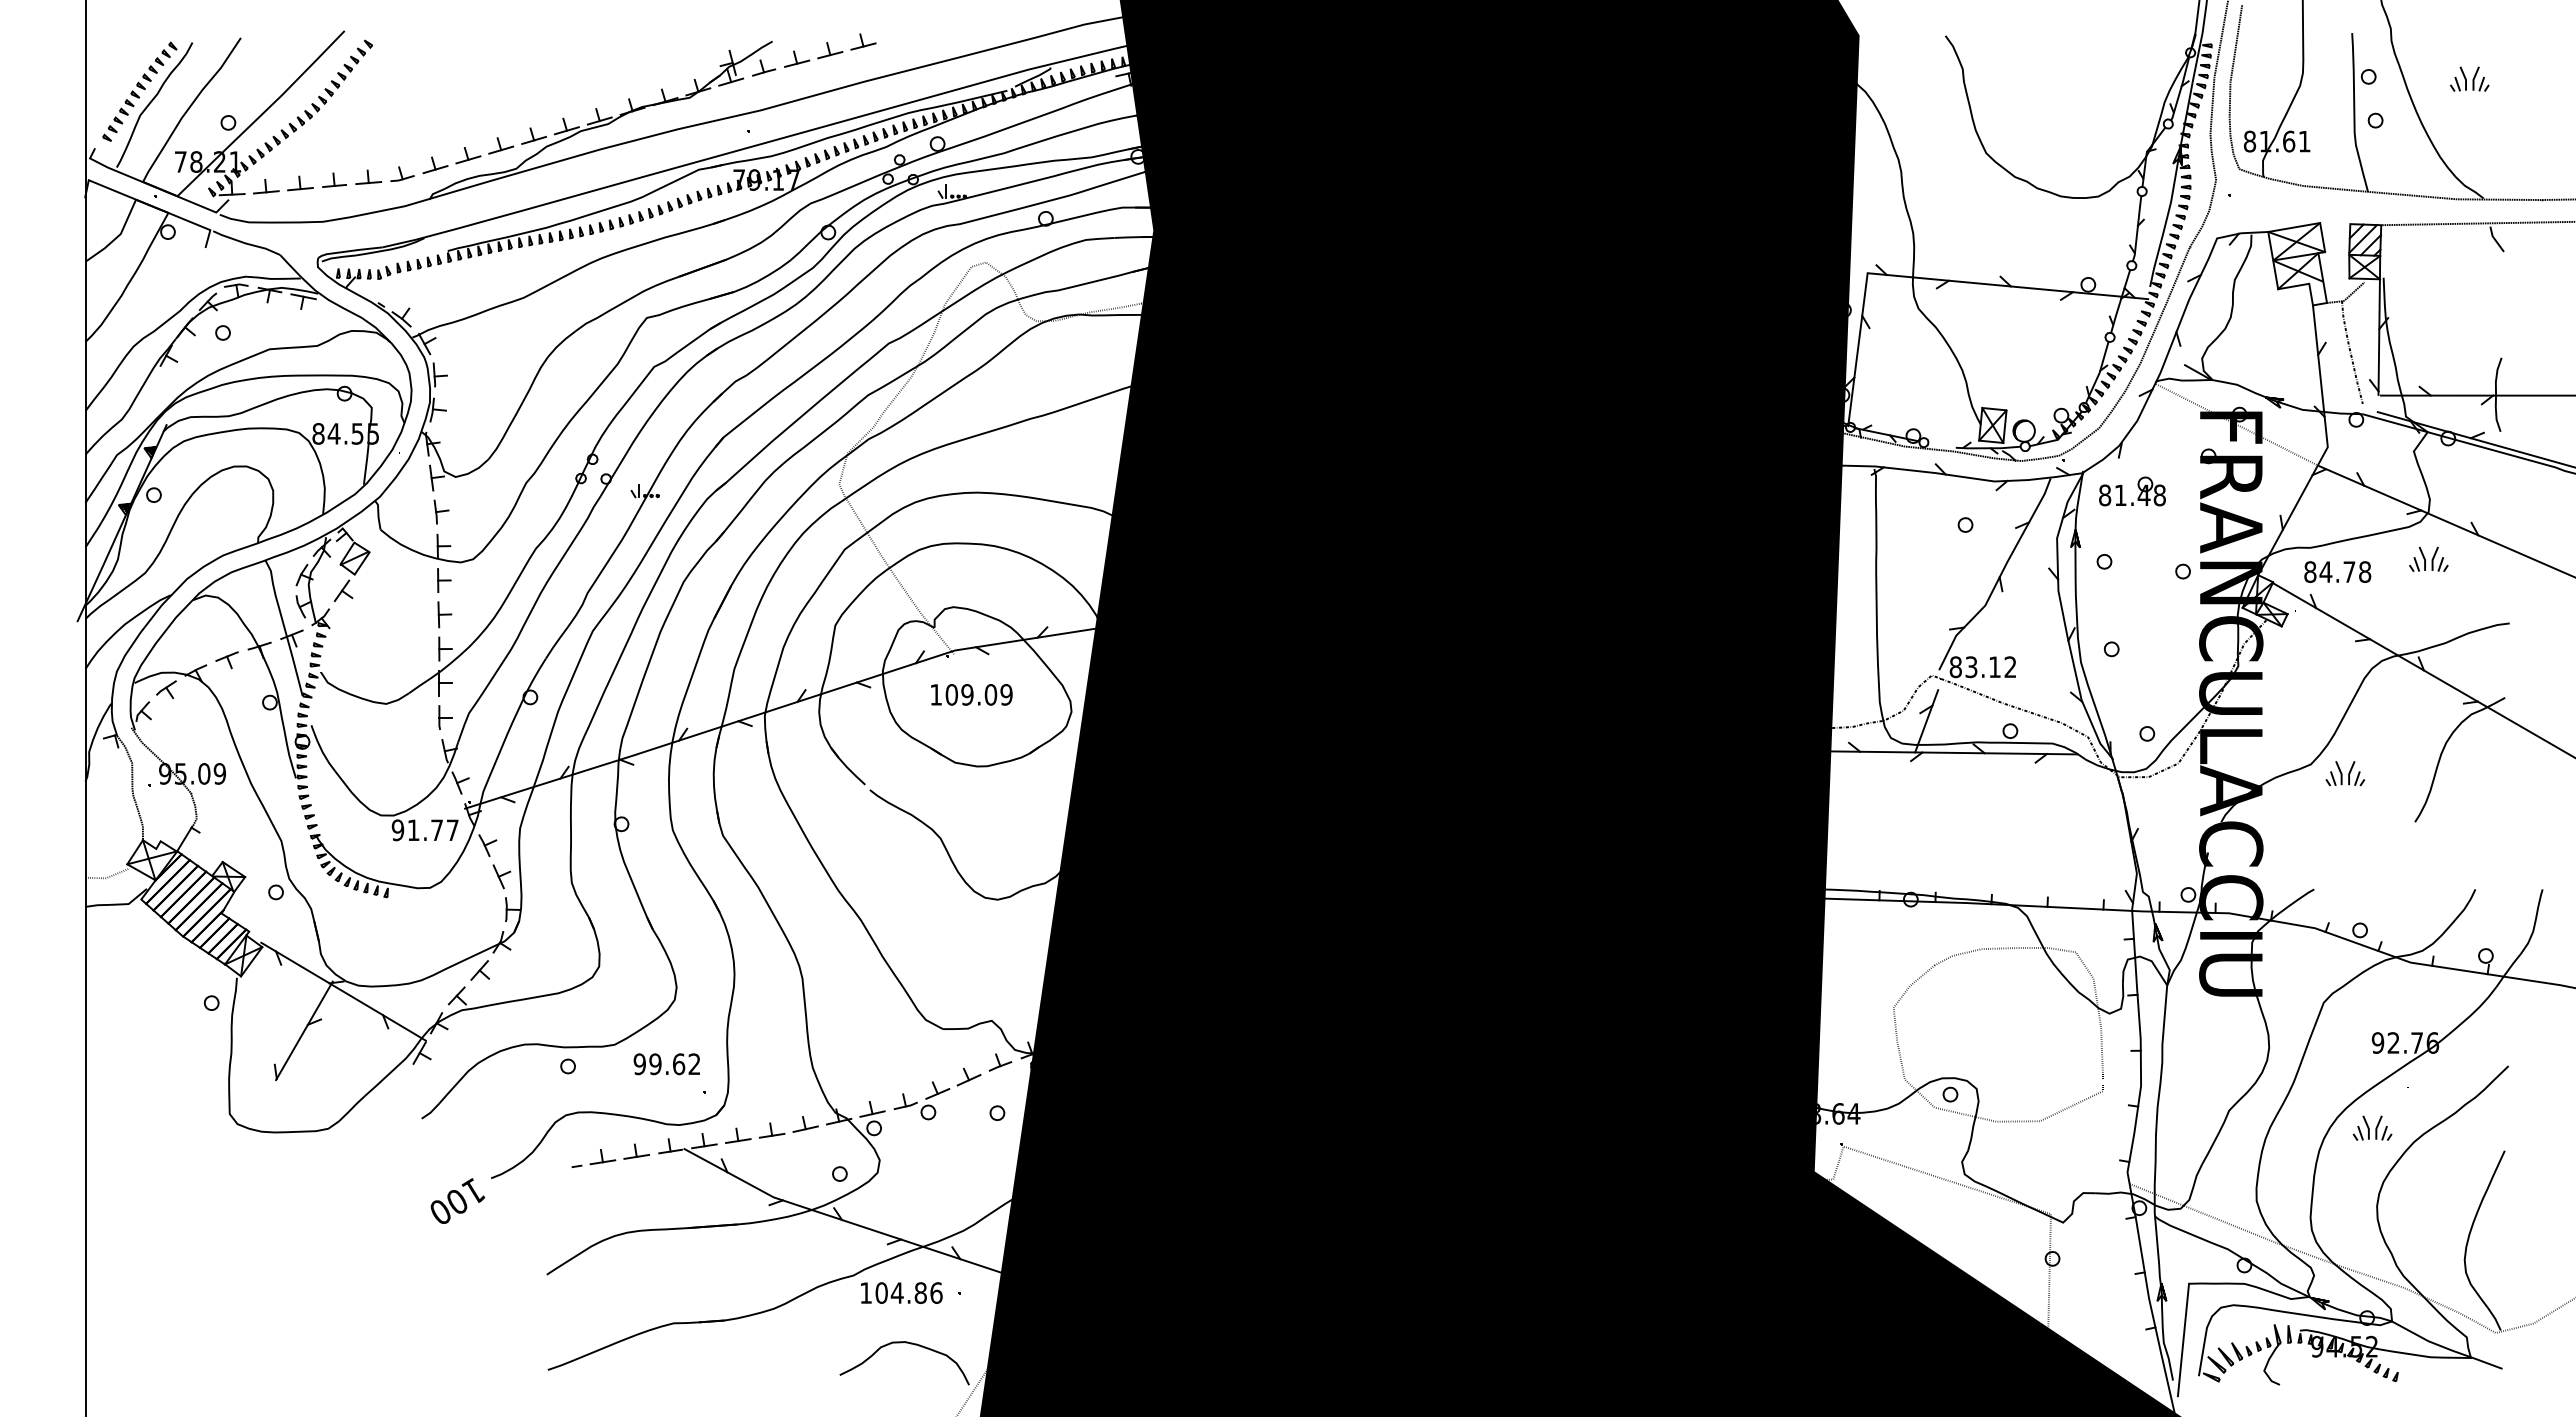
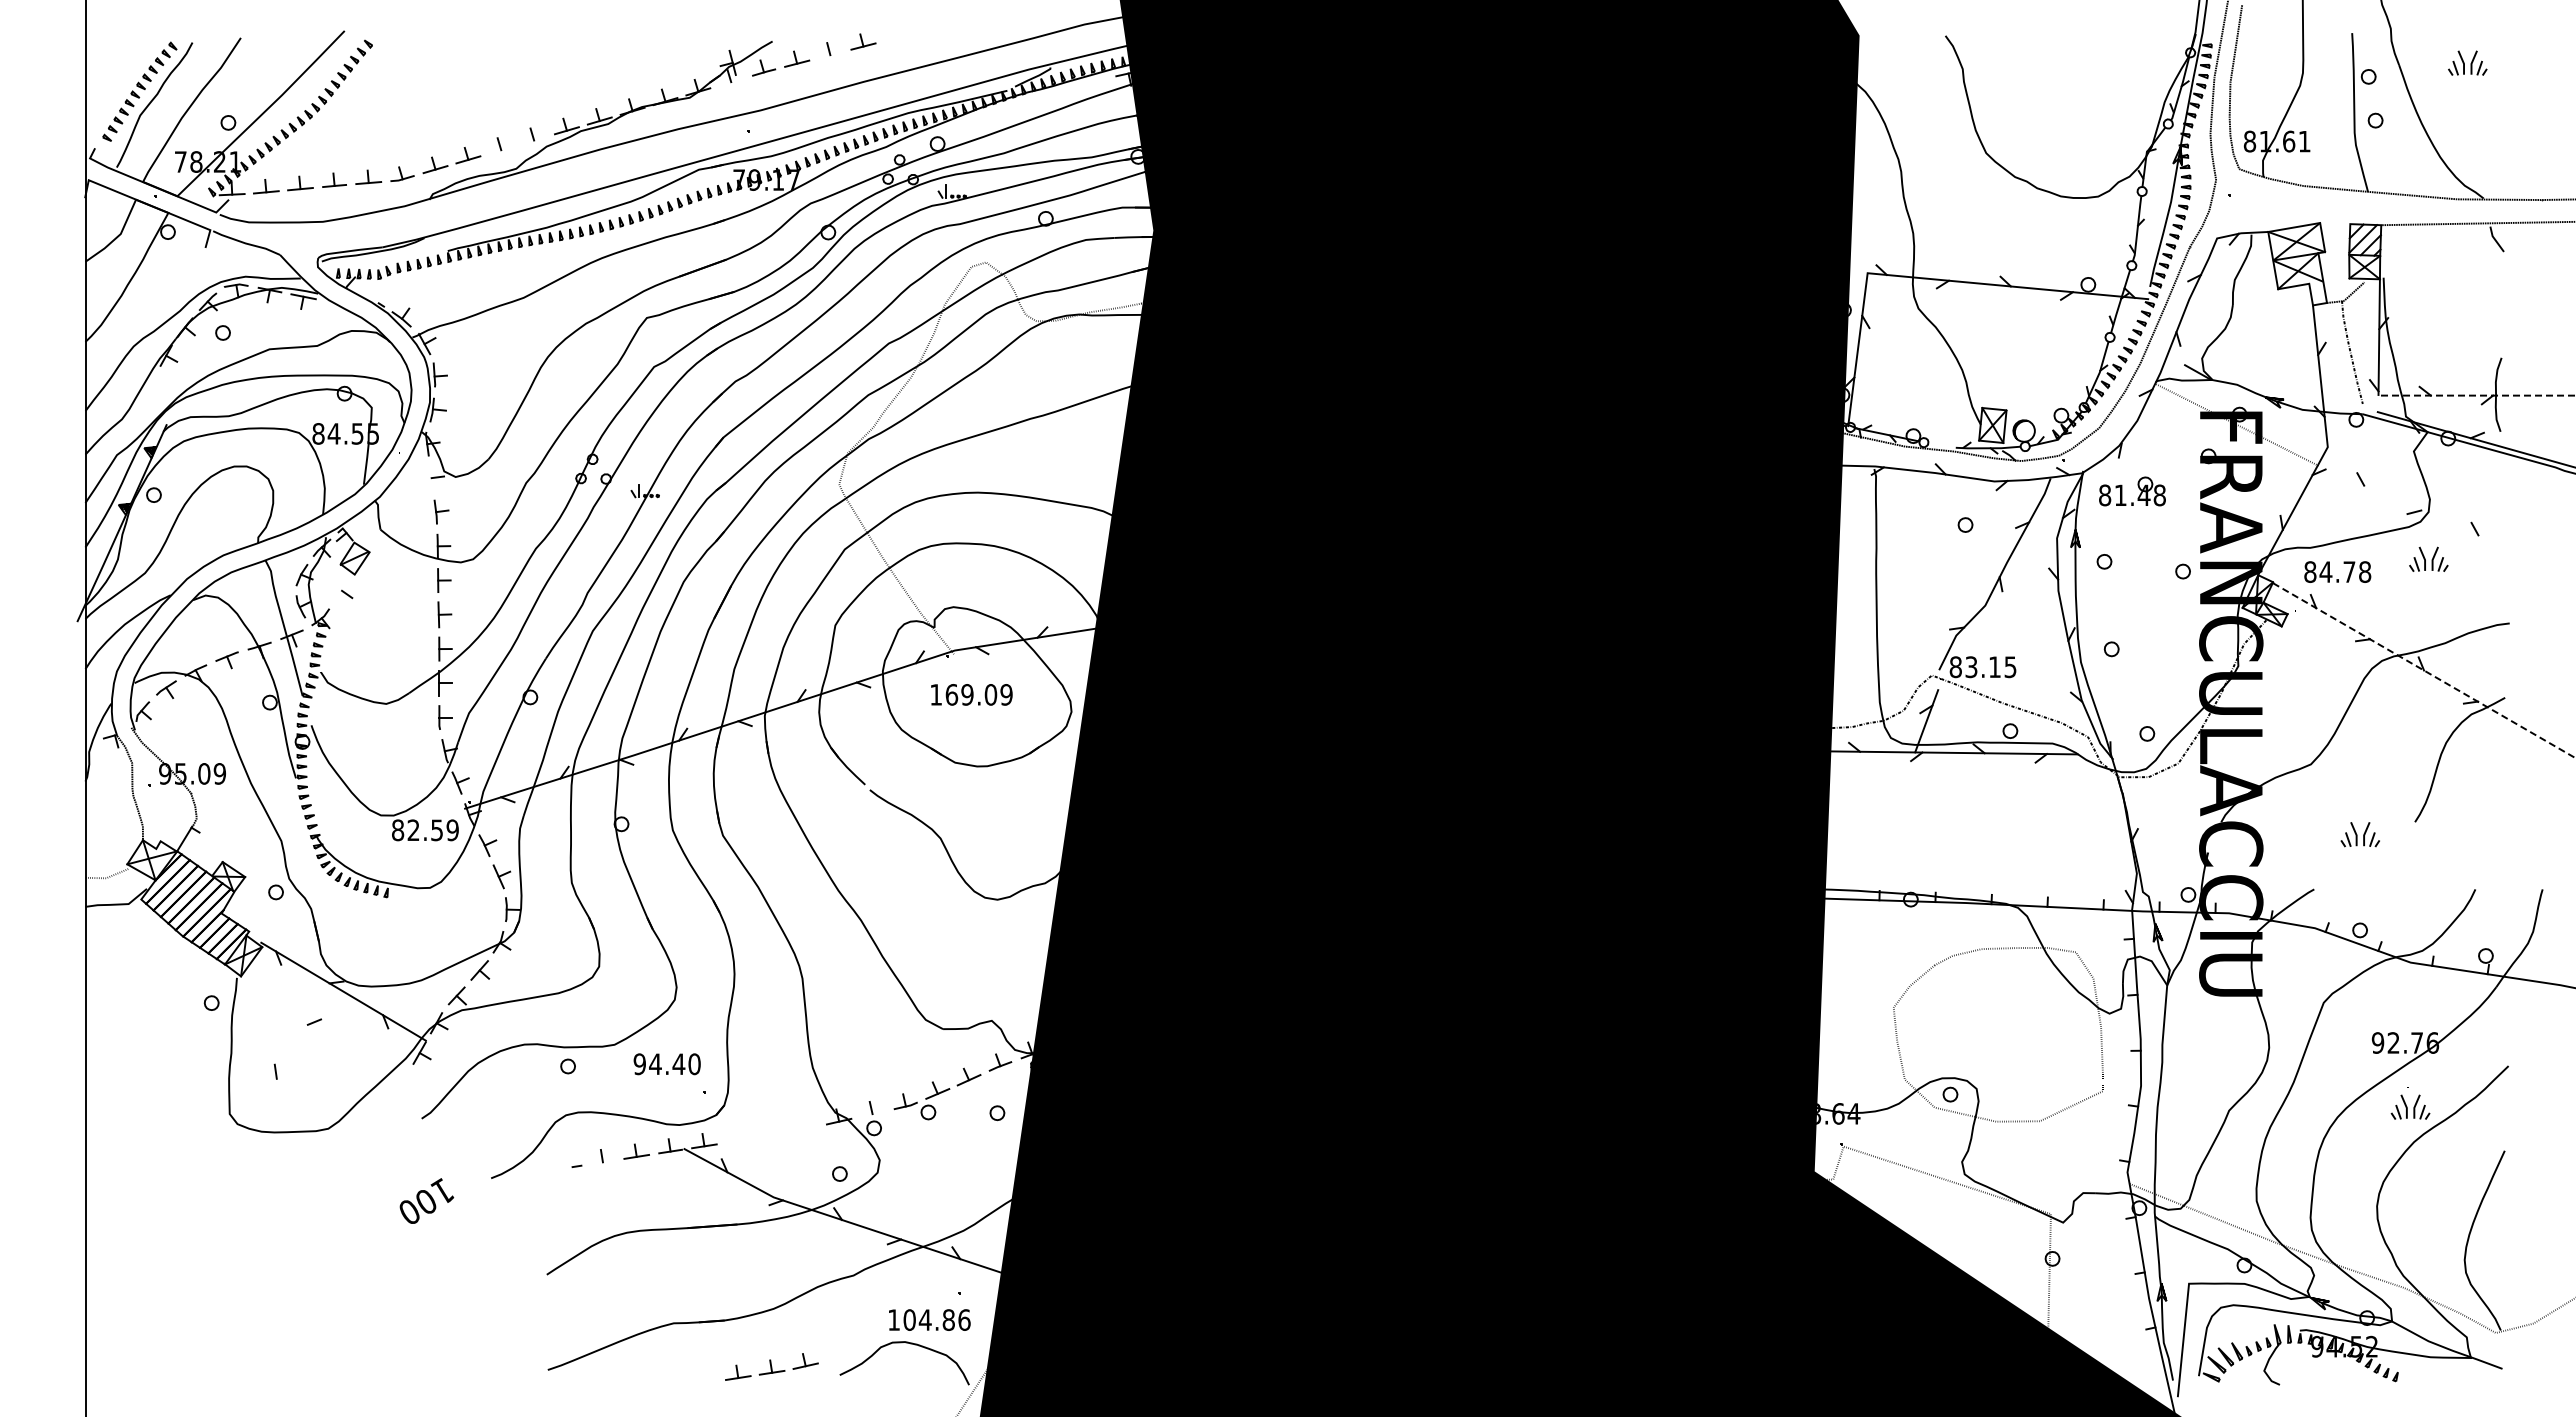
line at (830, 55): present -> none
part at (2469, 78) position: (2469, 78) -> (2467, 62)
line at (731, 81): present -> none
line at (534, 139): present -> none
line at (501, 149): present -> none
line at (2478, 395): solid -> dashed
line at (431, 477): present -> none
line at (2445, 520): present -> none
line at (341, 590): present -> none
text at (2010, 667): 83.12 -> 83.15
line at (2424, 670): solid -> dashed
text at (951, 694): 109.09 -> 169.09
part at (2344, 773) position: (2344, 773) -> (2359, 834)
text at (424, 830): 91.77 -> 82.59
line at (304, 1030): present -> none
text at (674, 1064): 99.62 -> 94.40
line at (872, 1113): present -> none
part at (2372, 1127) position: (2372, 1127) -> (2410, 1106)
part at (771, 1129) position: (771, 1129) -> (771, 1366)
line at (602, 1162): present -> none
text at (457, 1200) position: (457, 1200) -> (426, 1200)
text at (901, 1292) position: (901, 1292) -> (929, 1319)
